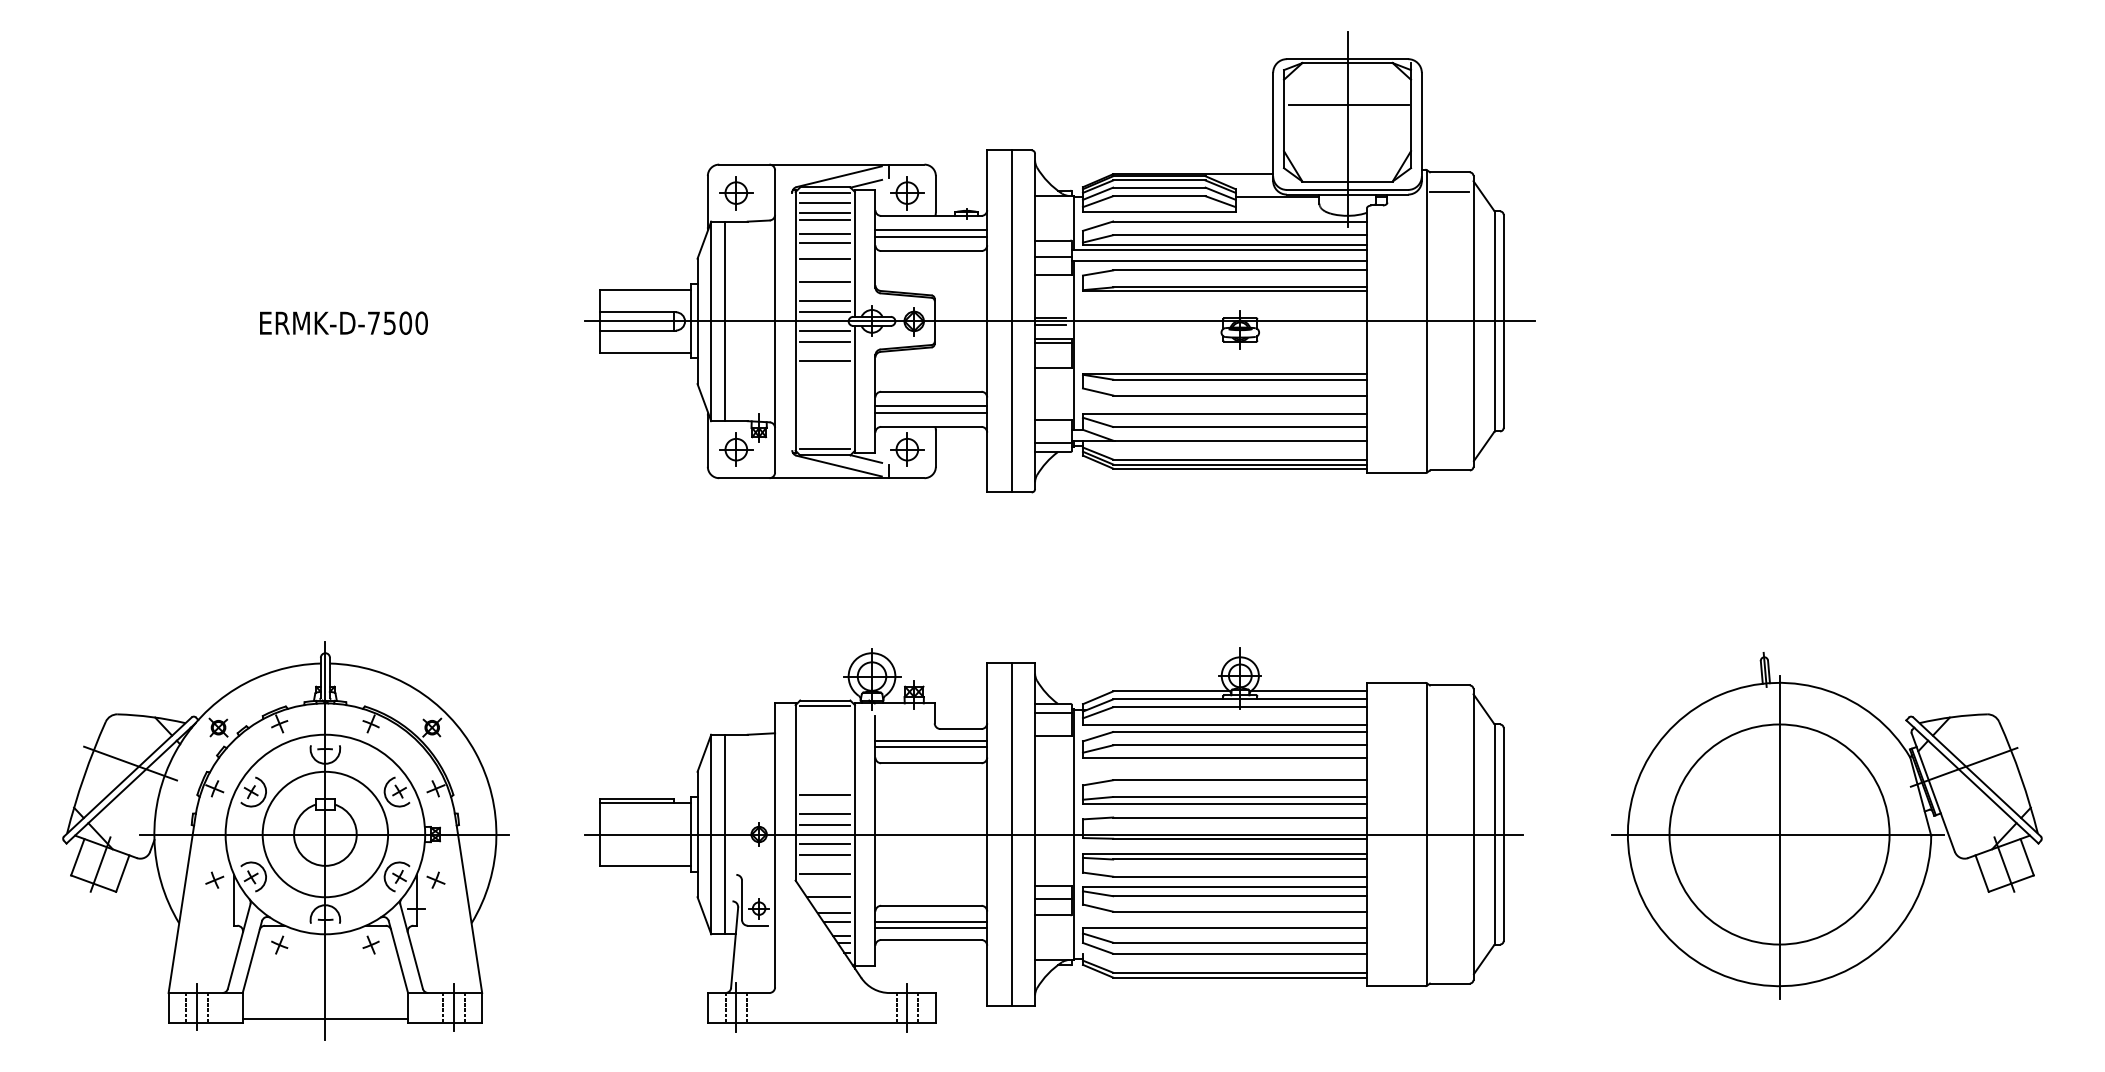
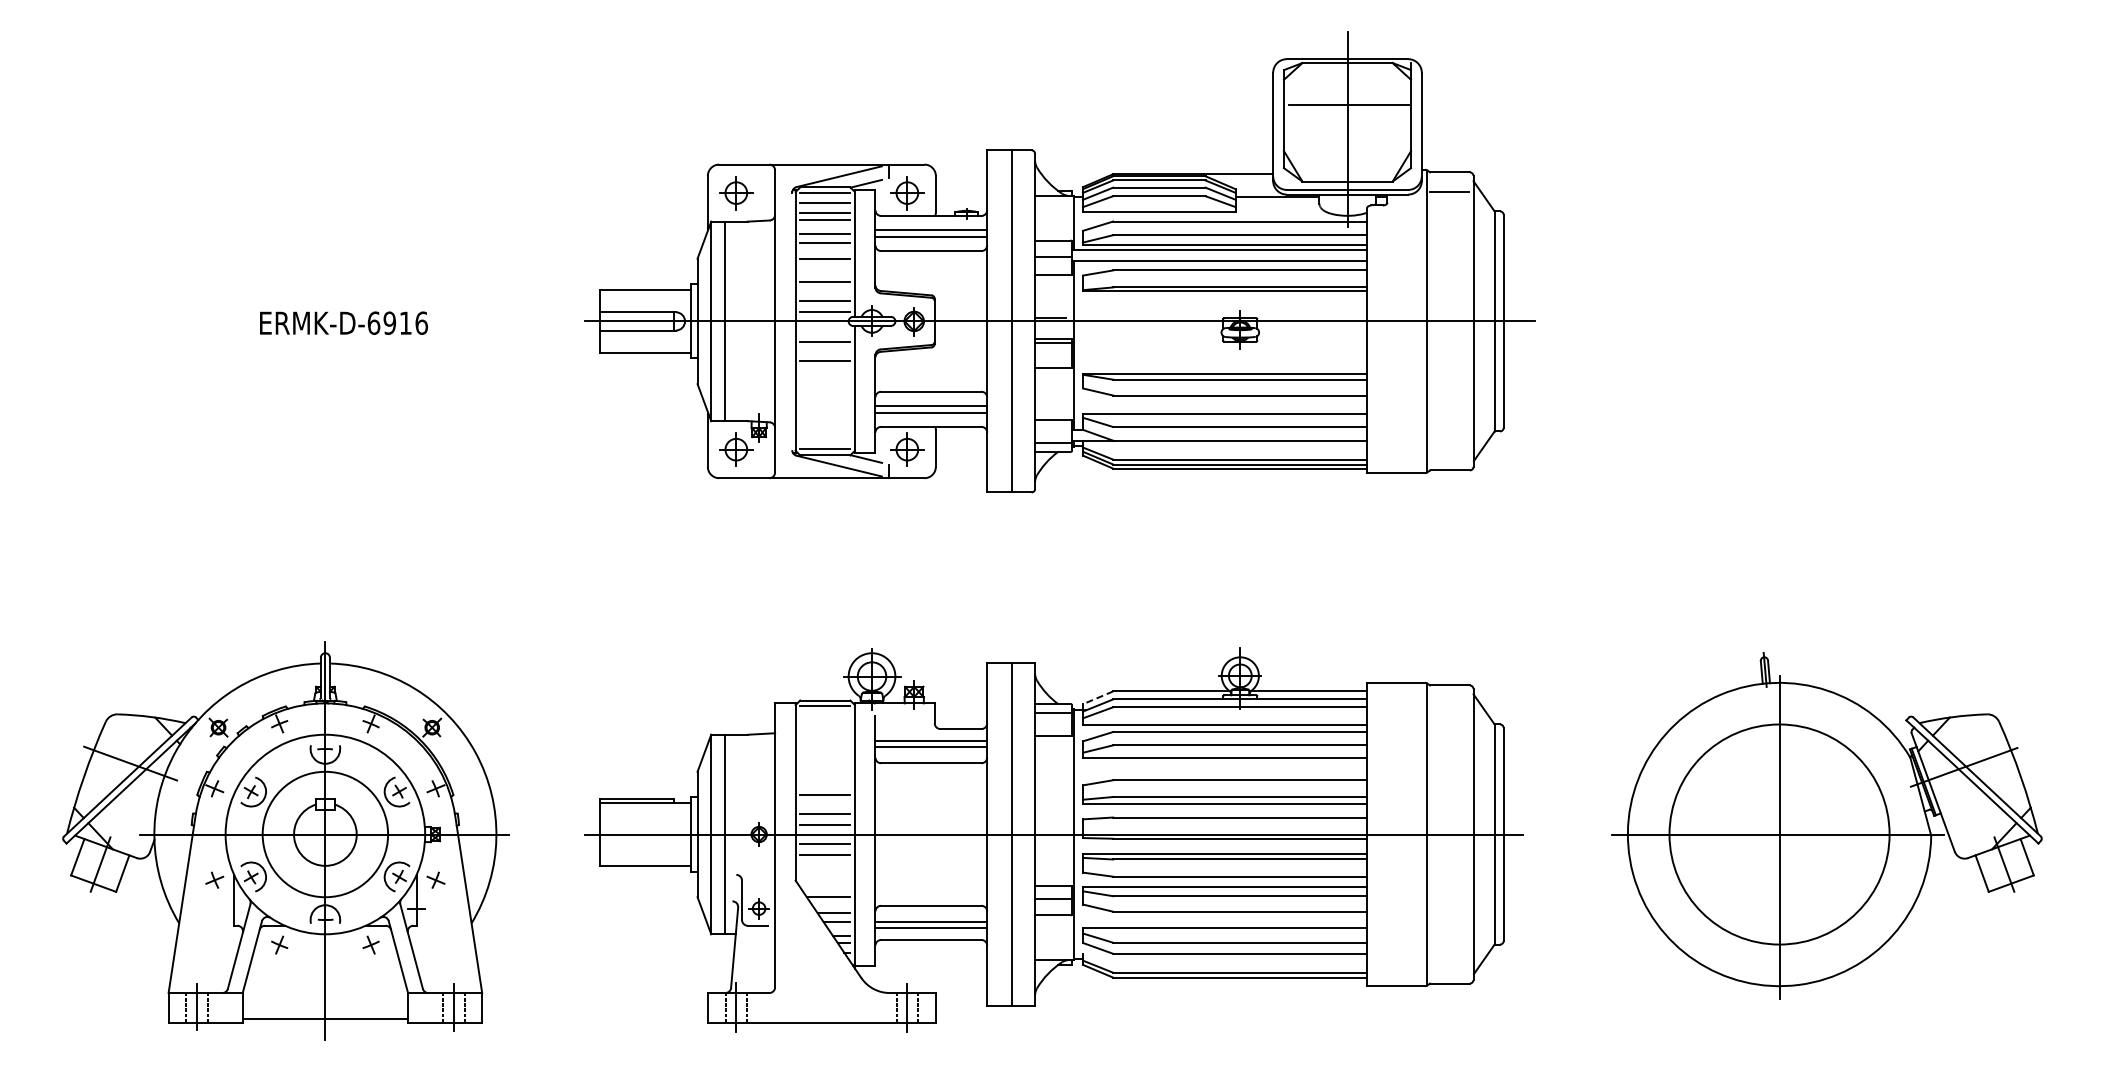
text at (397, 322): ERMK-D-7500 -> ERMK-D-6916
line at (1050, 324): present -> none
line at (825, 330): present -> none
line at (1097, 698): solid -> dashed
line at (825, 873): present -> none
